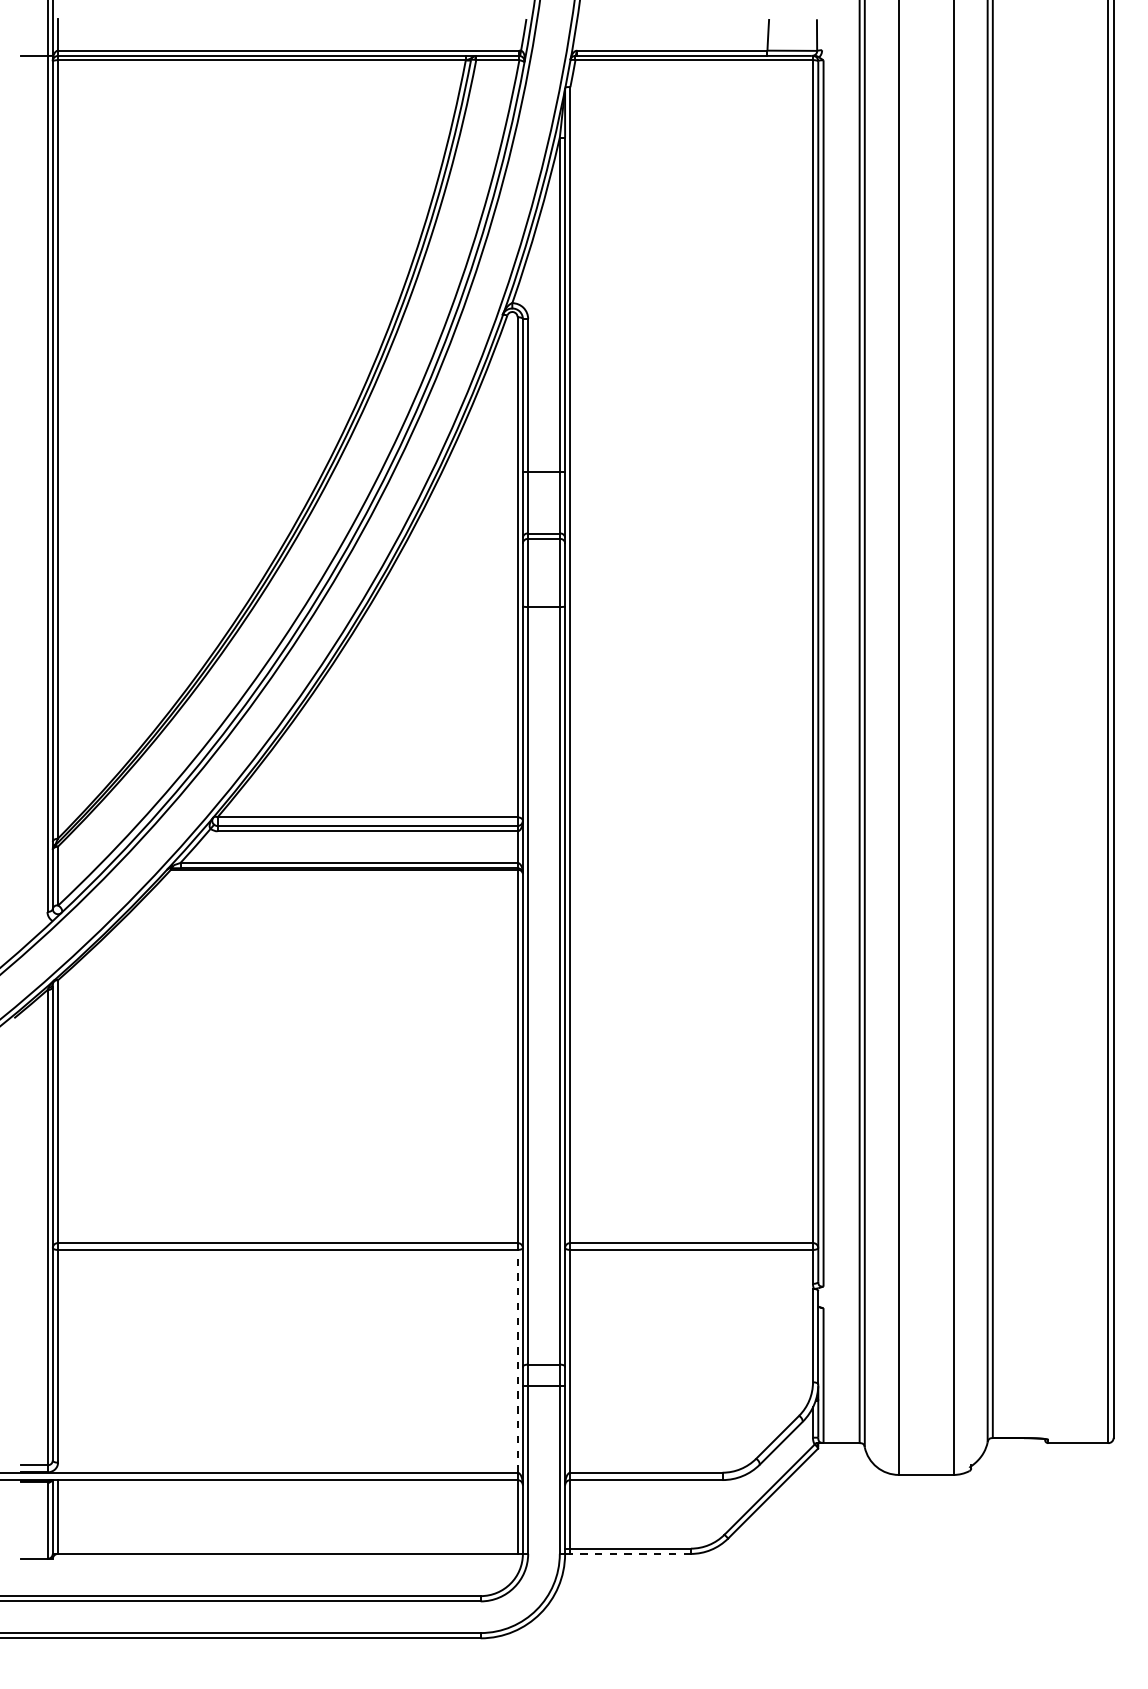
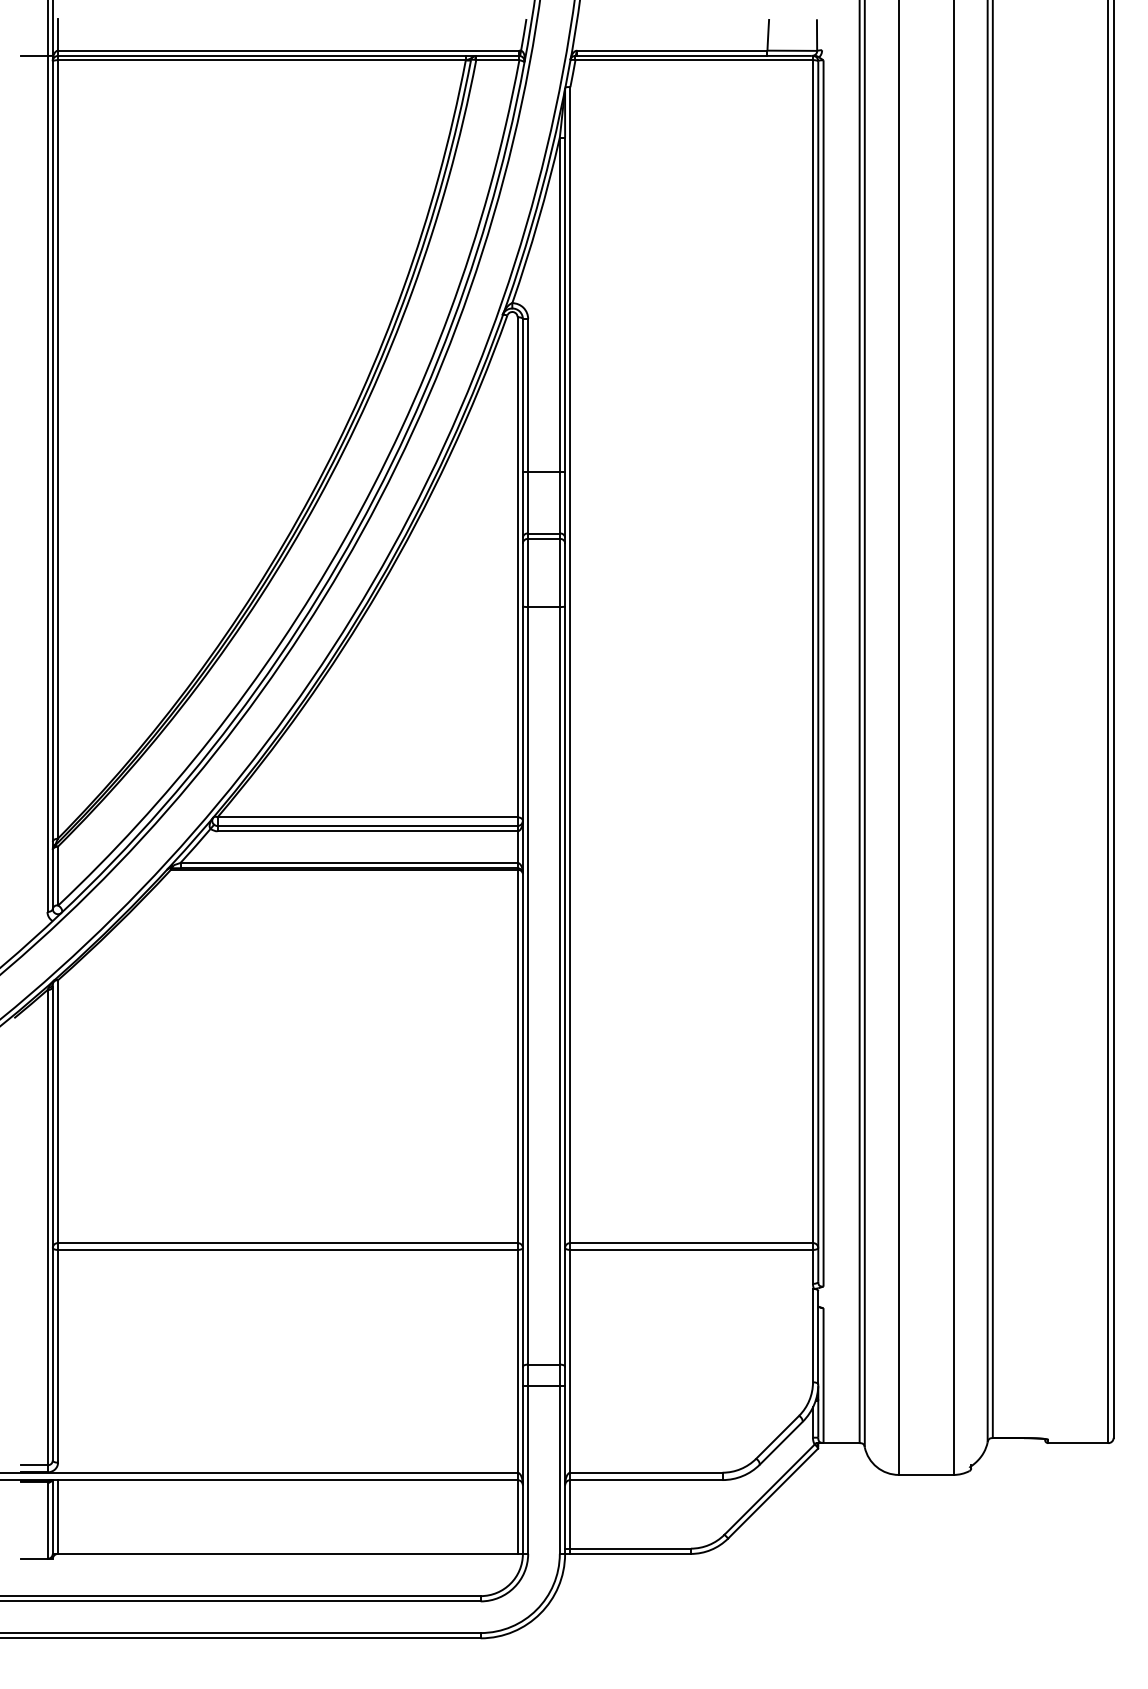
line at (517, 1360): dashed -> solid
line at (630, 1553): dashed -> solid
